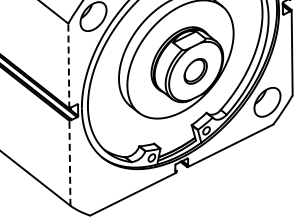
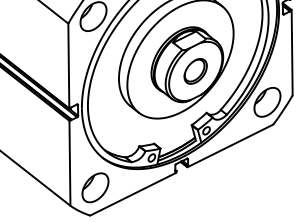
line at (68, 65): dashed -> solid
line at (69, 162): dashed -> solid
part at (95, 187): none -> present
